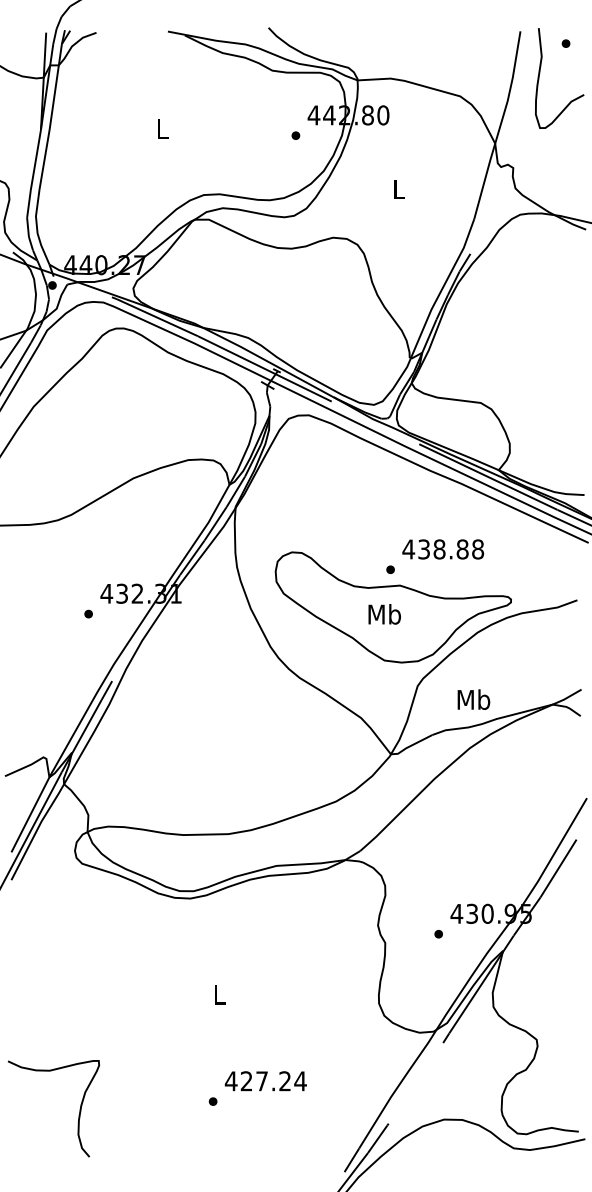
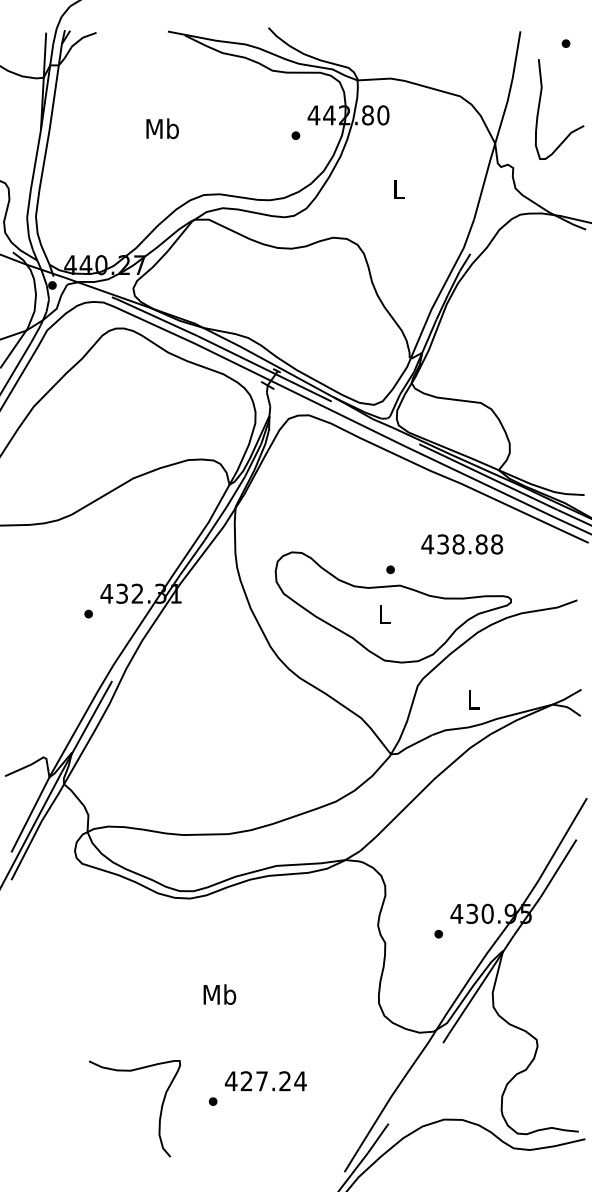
curve at (540, 73) position: (540, 73) -> (540, 104)
text at (162, 128): L -> Mb
text at (443, 549) position: (443, 549) -> (462, 544)
text at (384, 614): Mb -> L
text at (473, 699): Mb -> L
text at (219, 994): L -> Mb
curve at (79, 1108) position: (79, 1108) -> (160, 1108)
